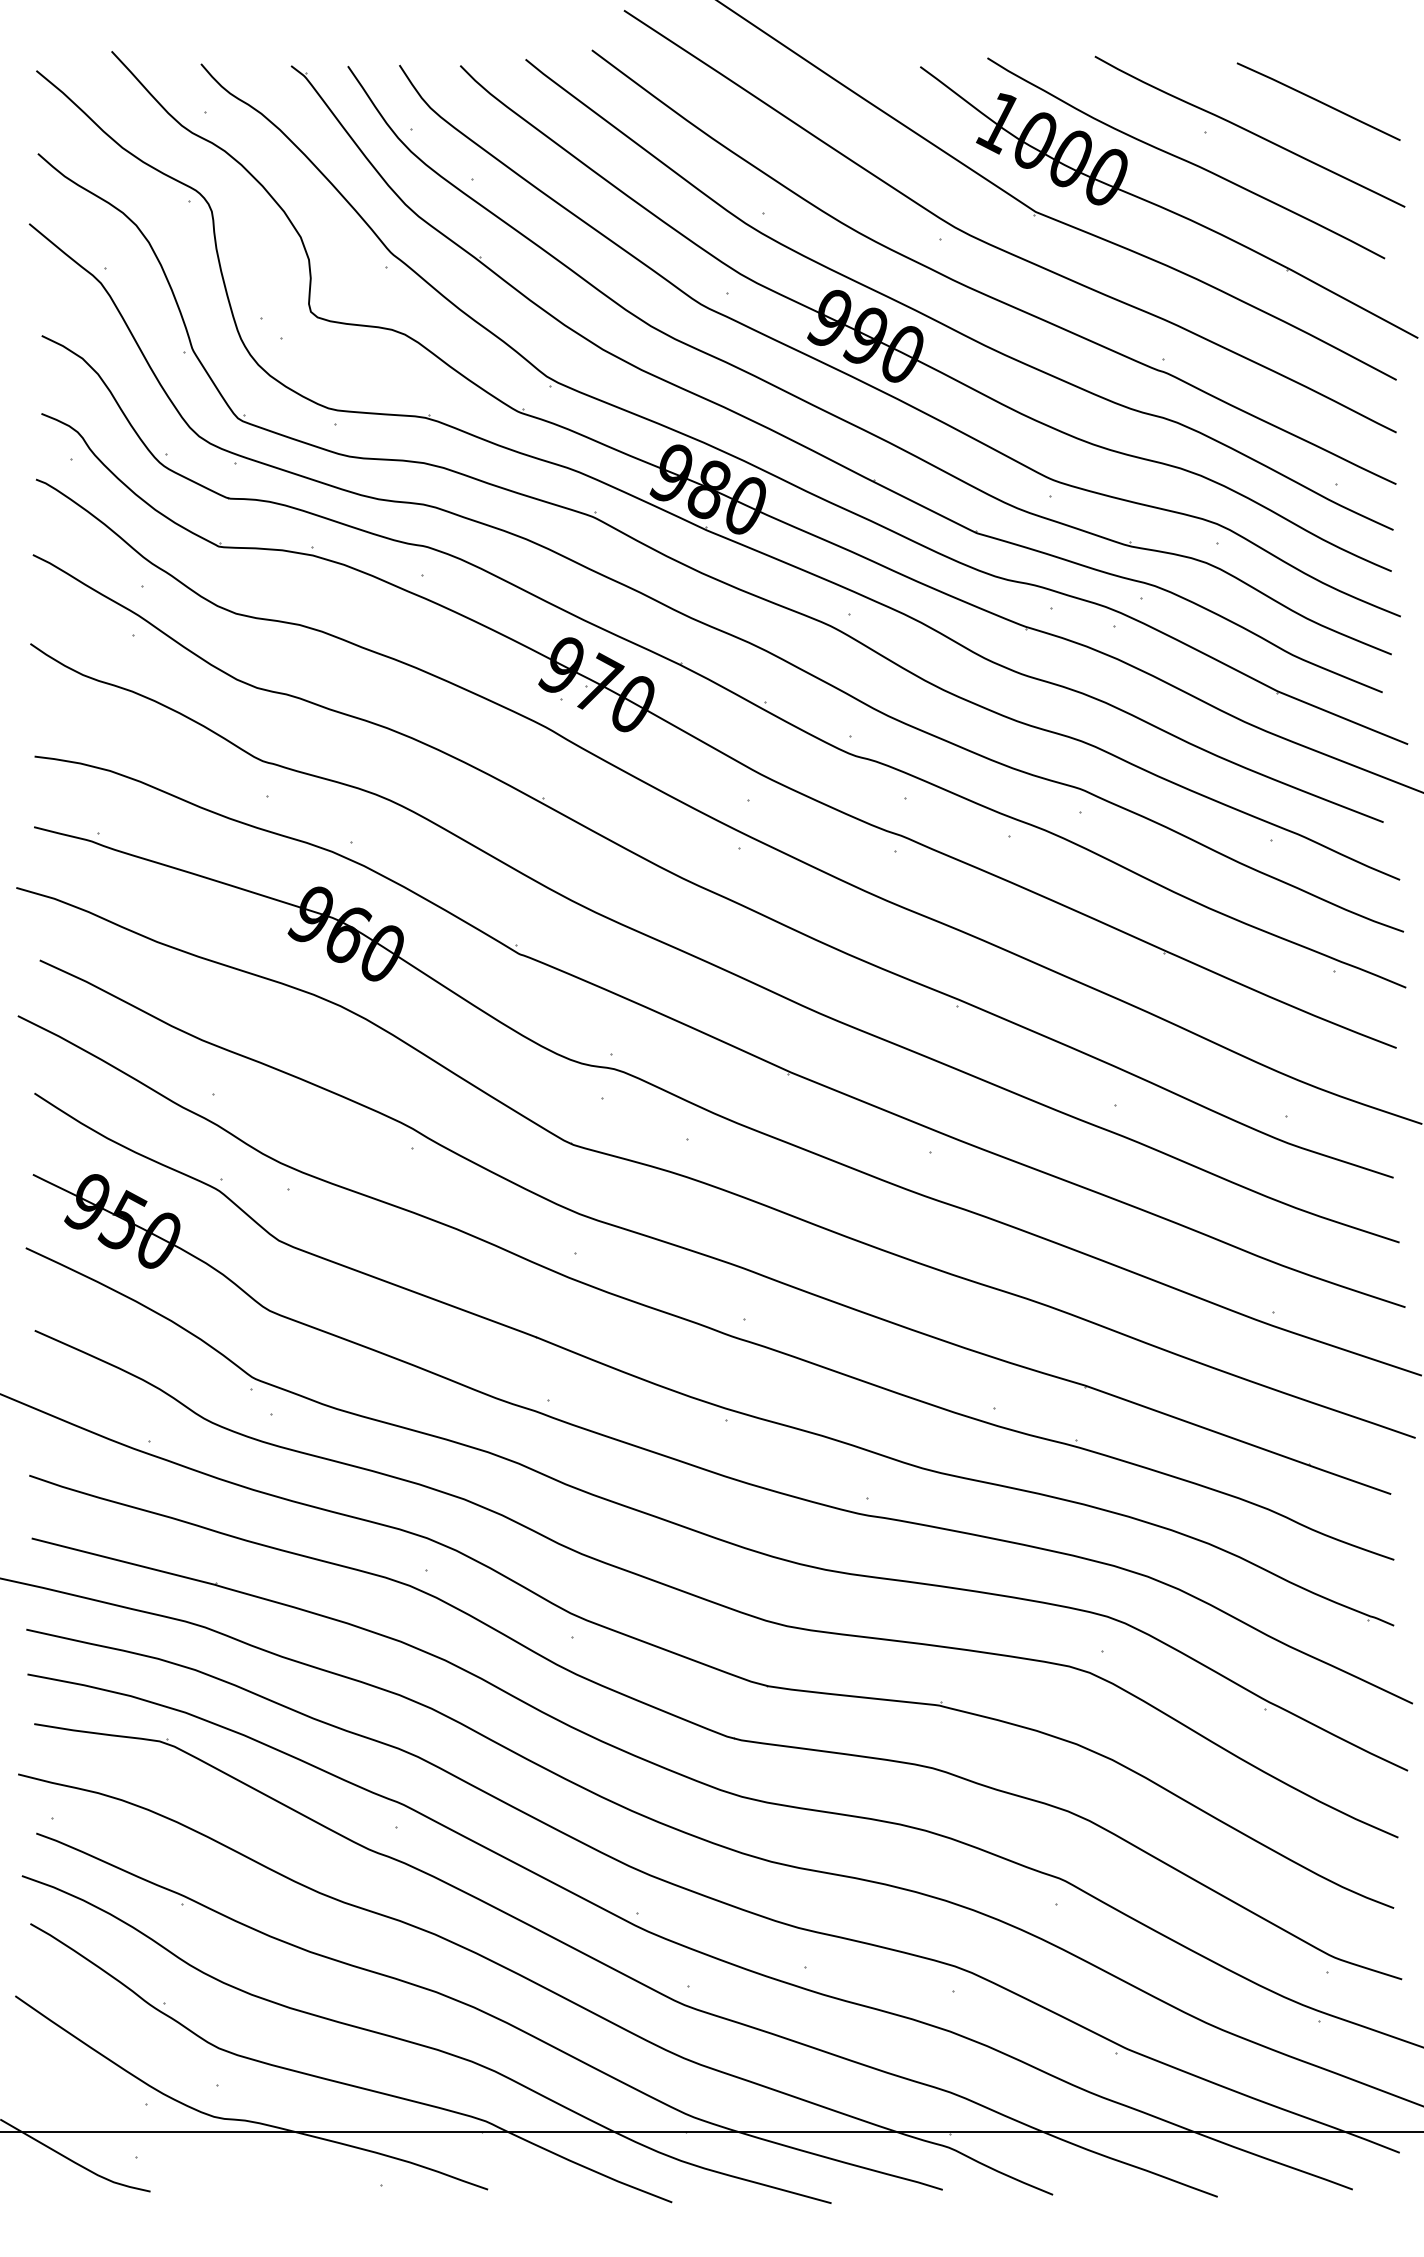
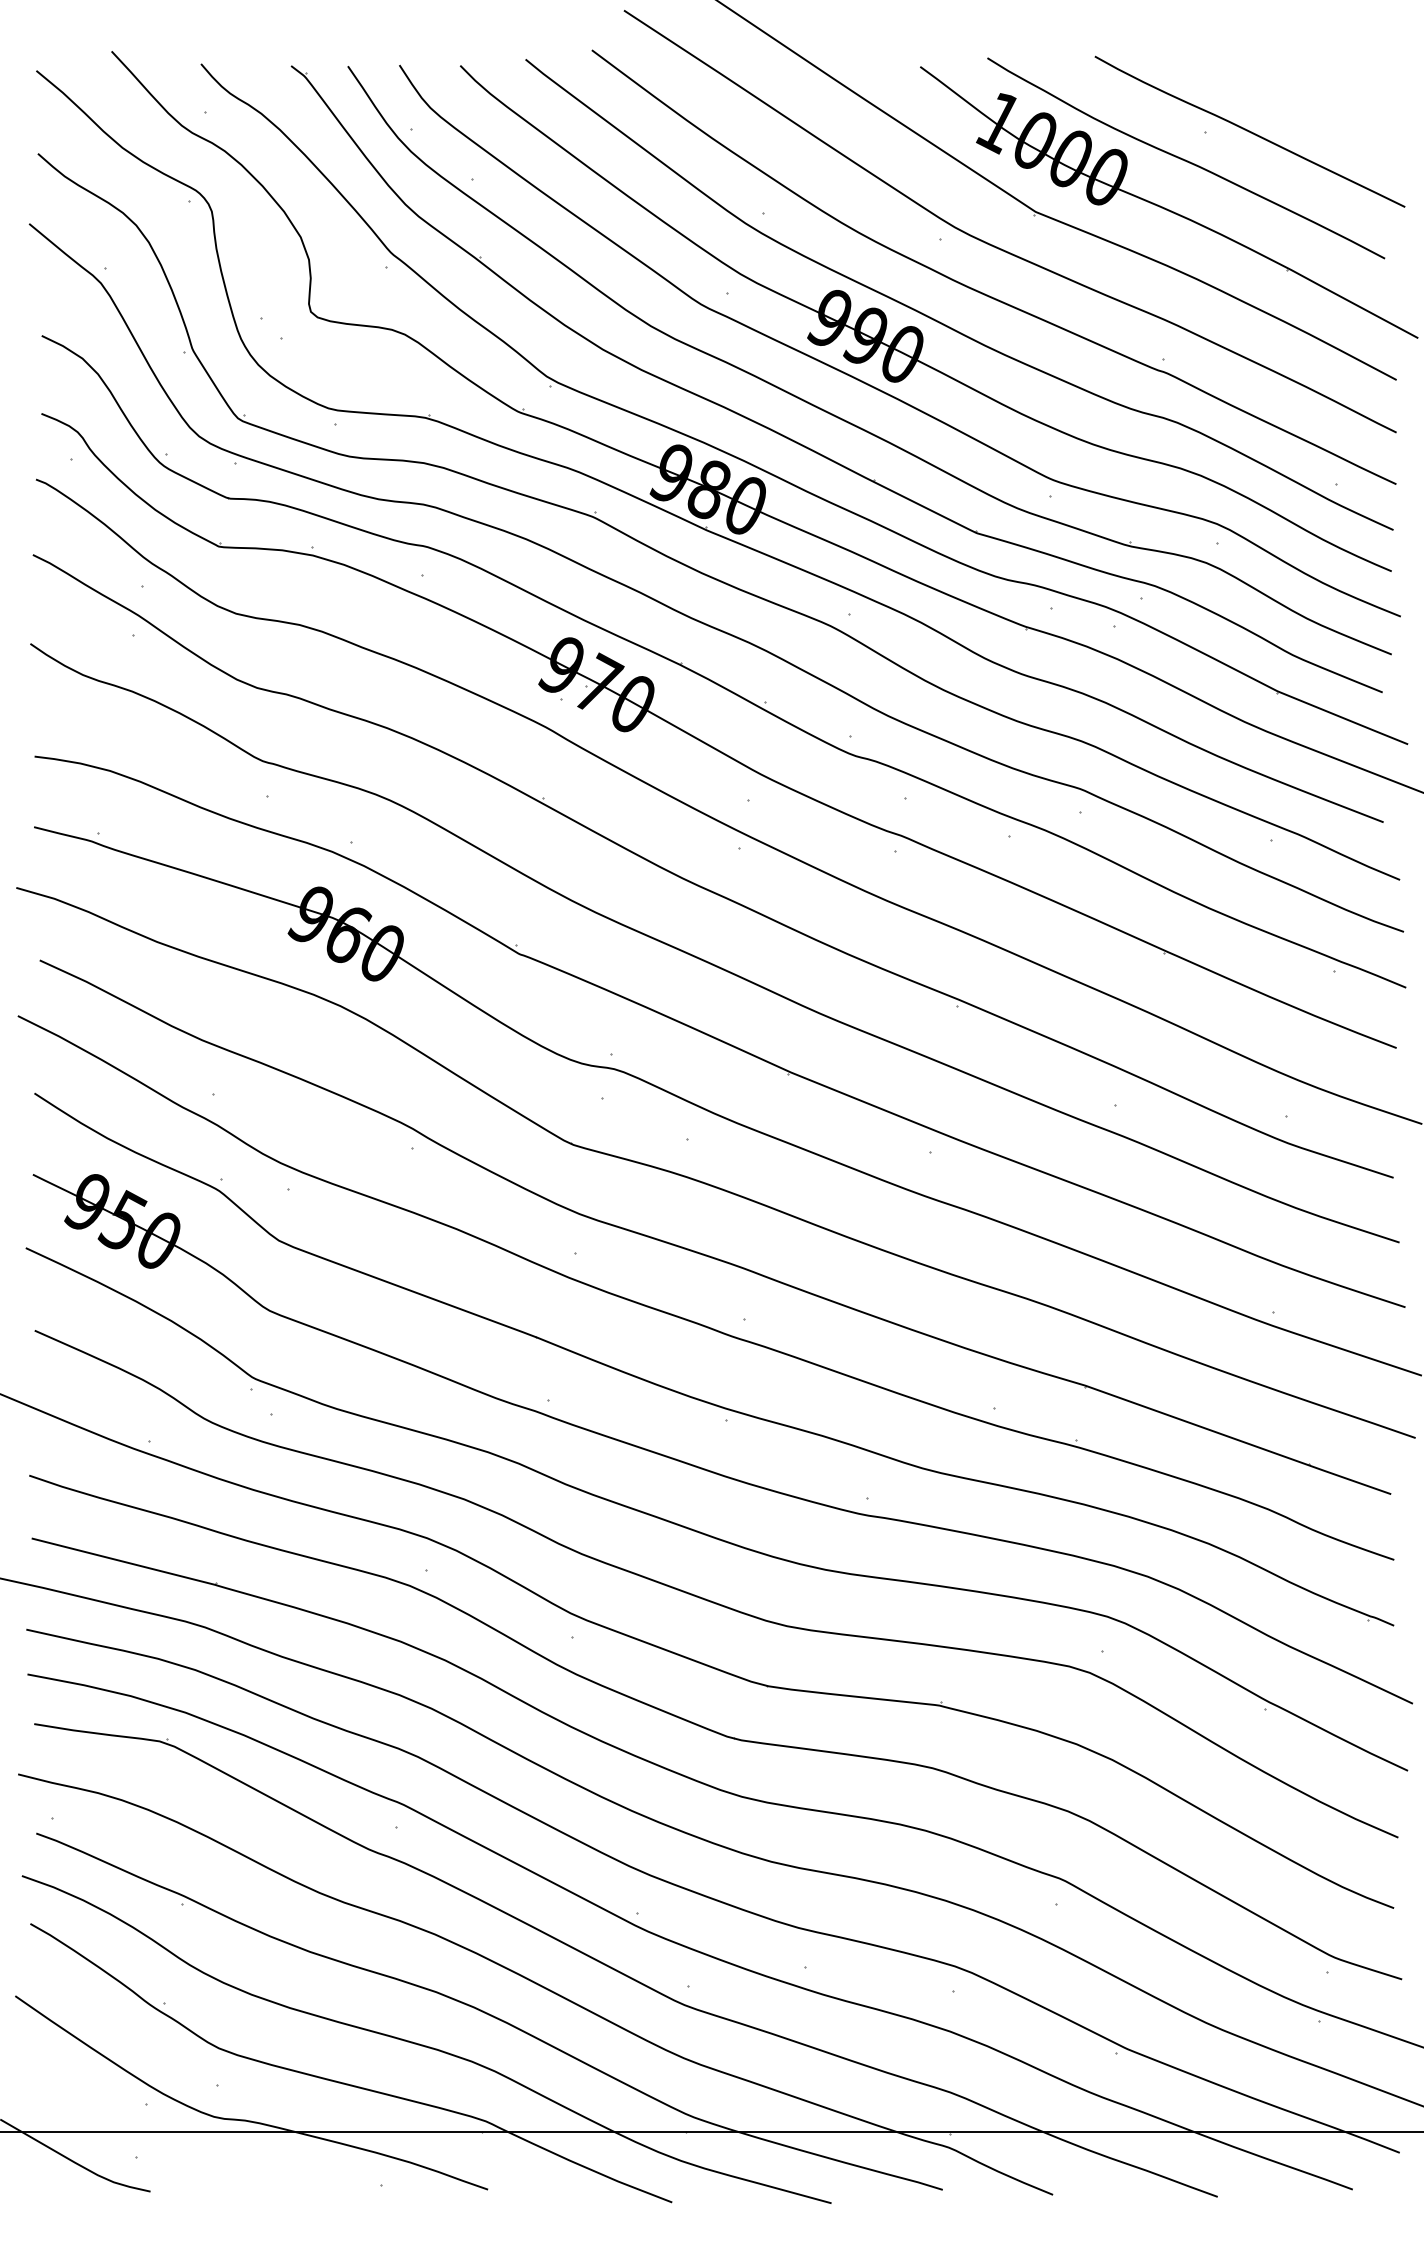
line at (1318, 101): present -> none
